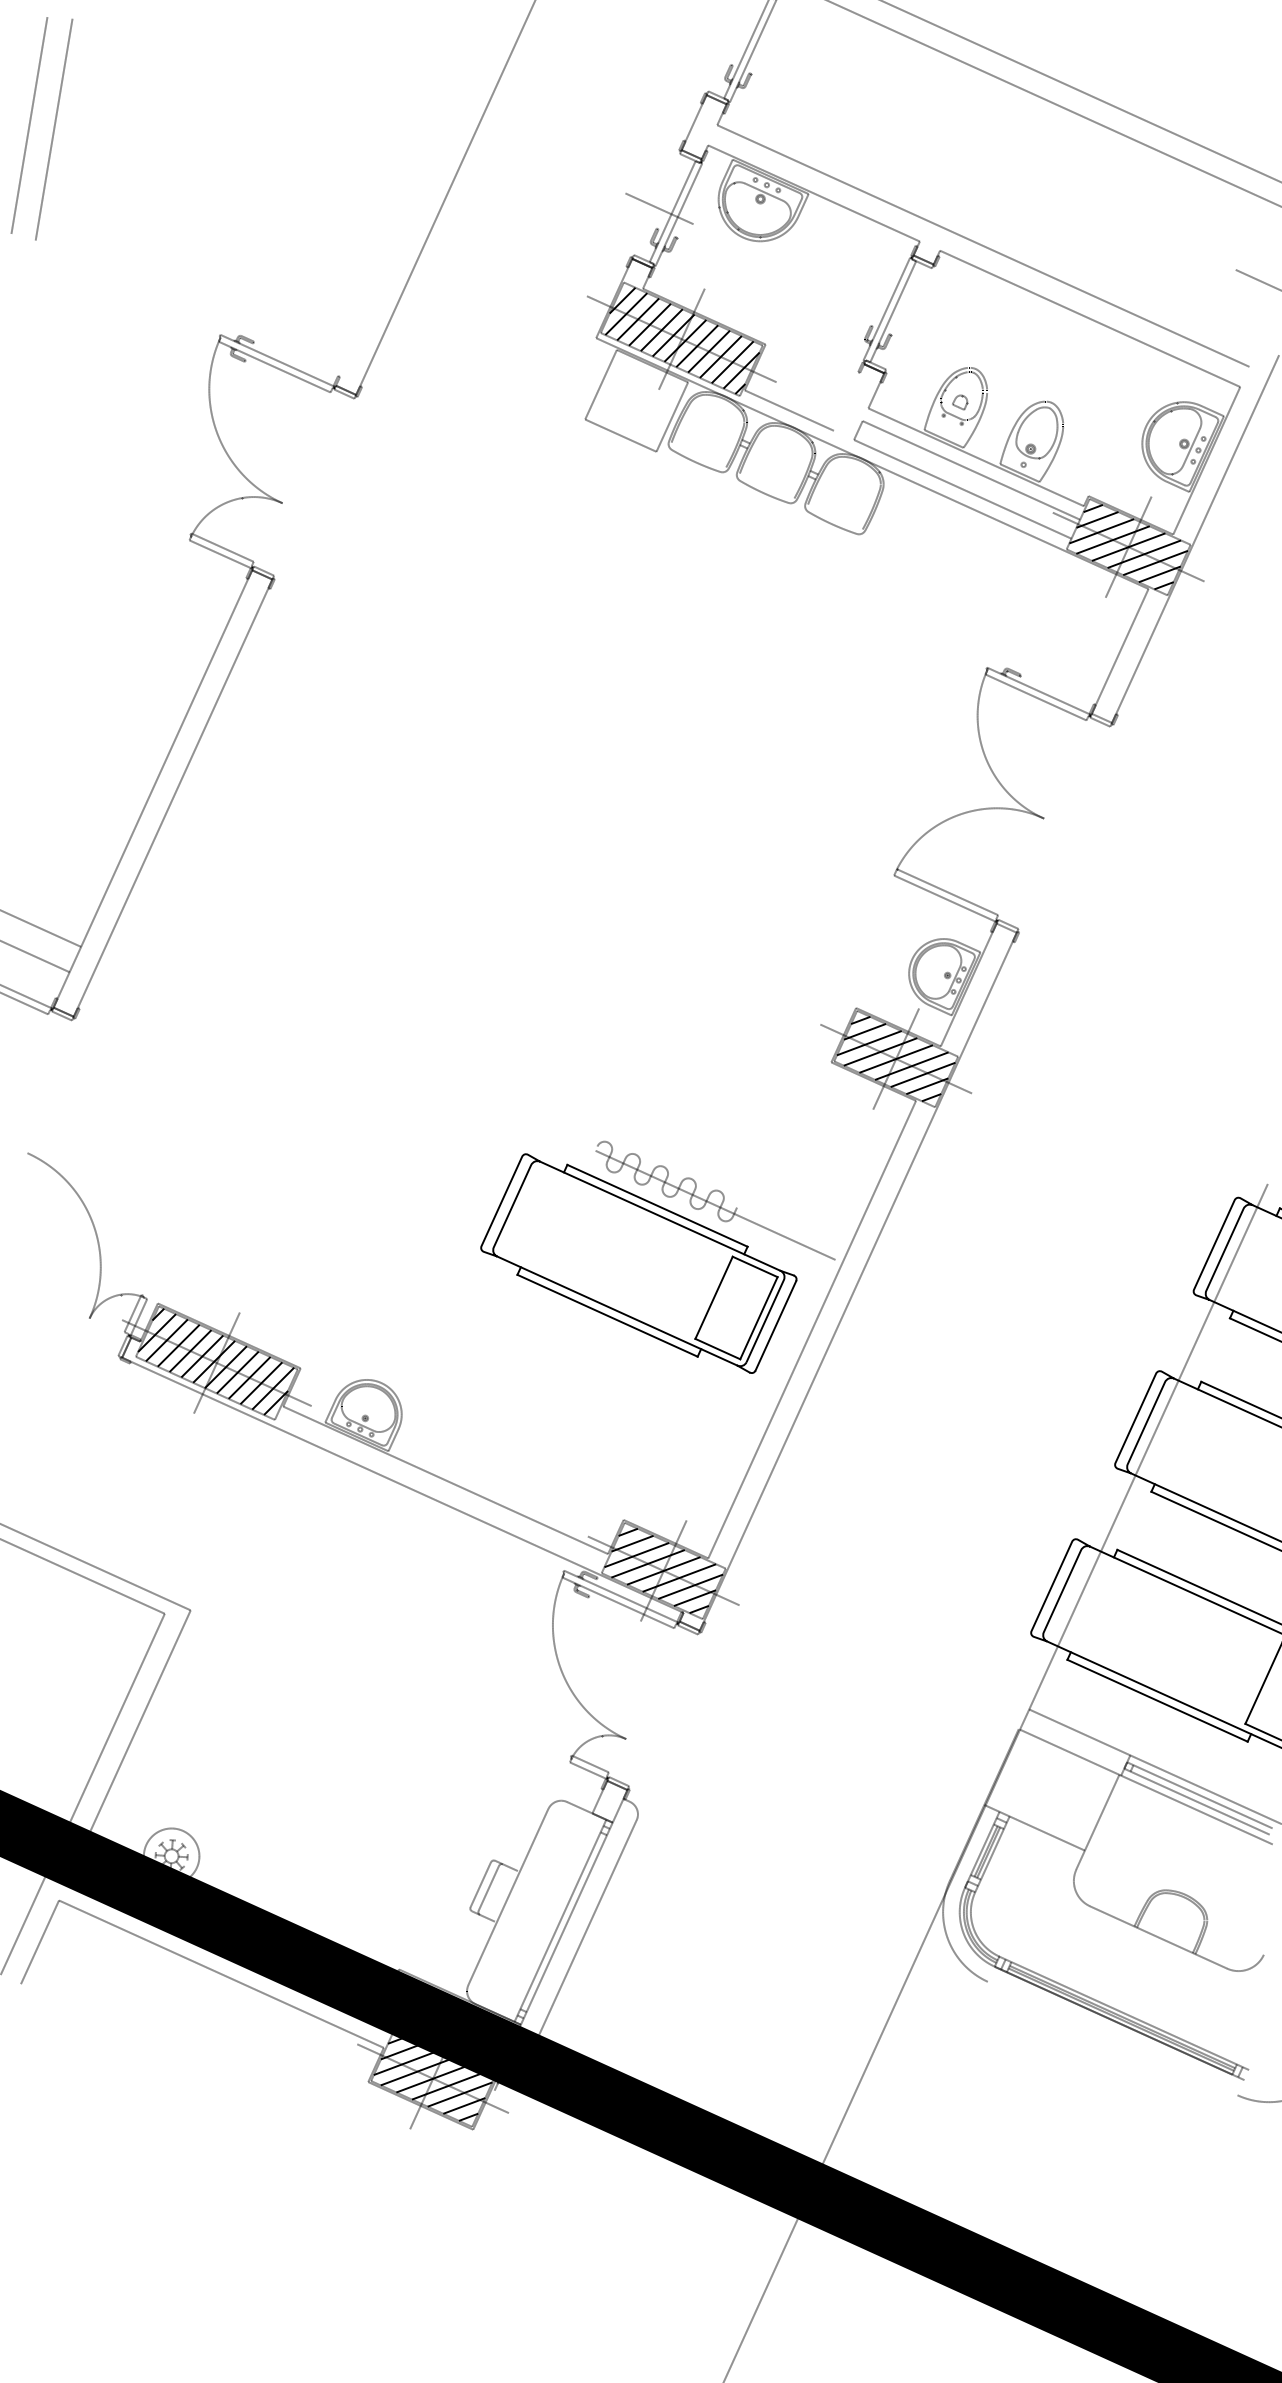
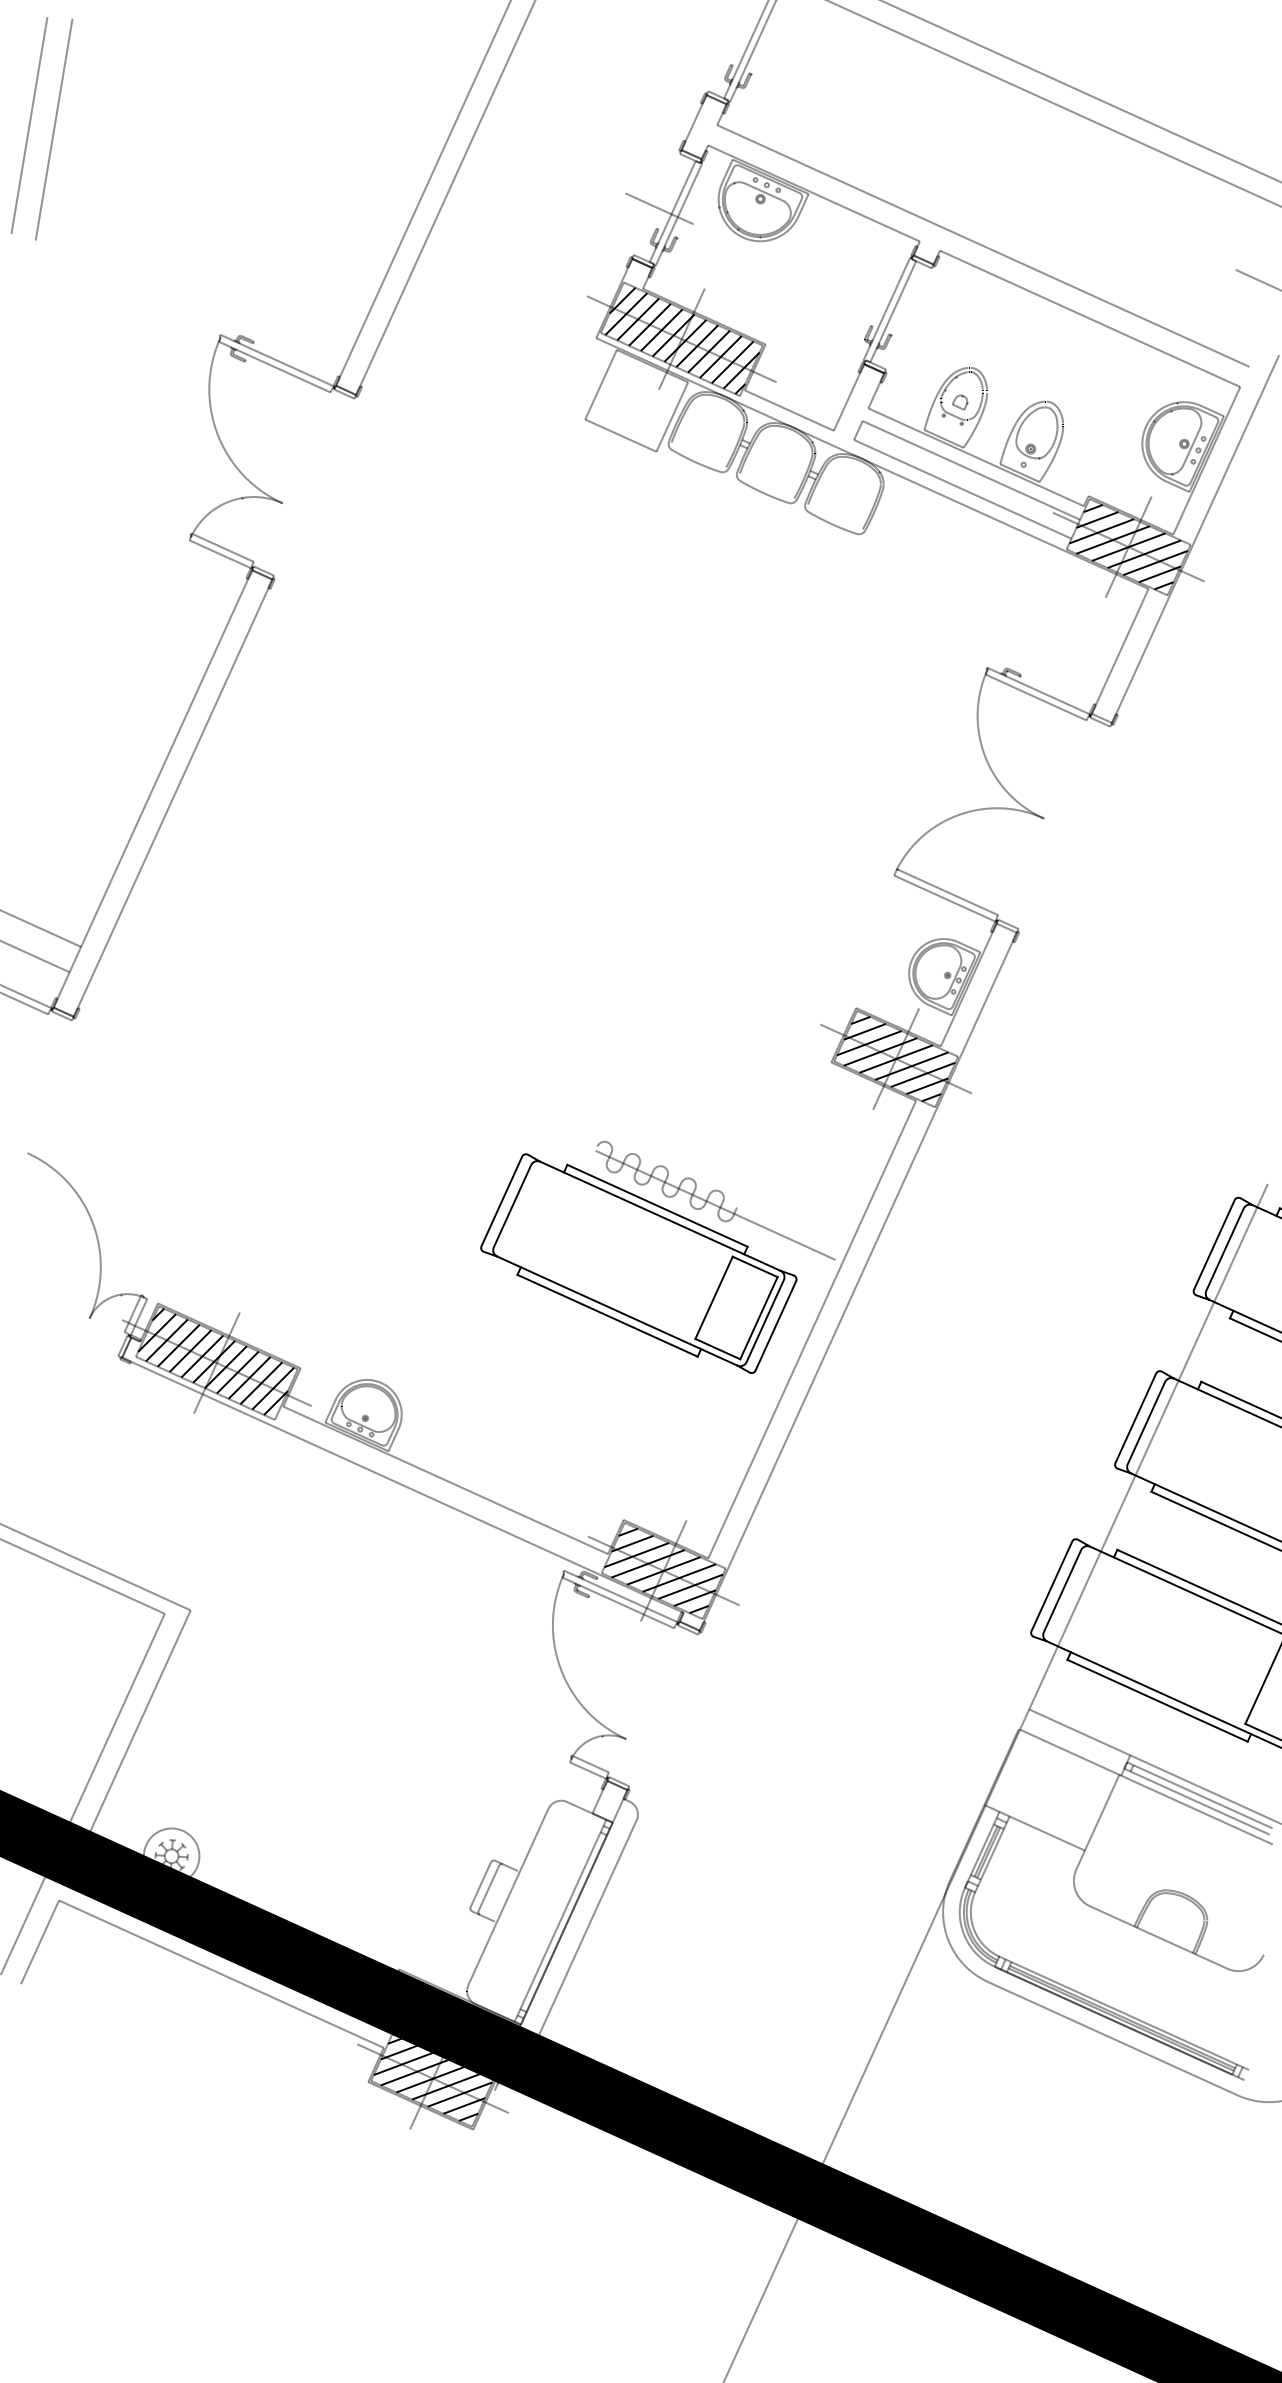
line at (422, 193): none -> present
line at (848, 397): none -> present
line at (566, 1923): none -> present
line at (1112, 2038): none -> present
